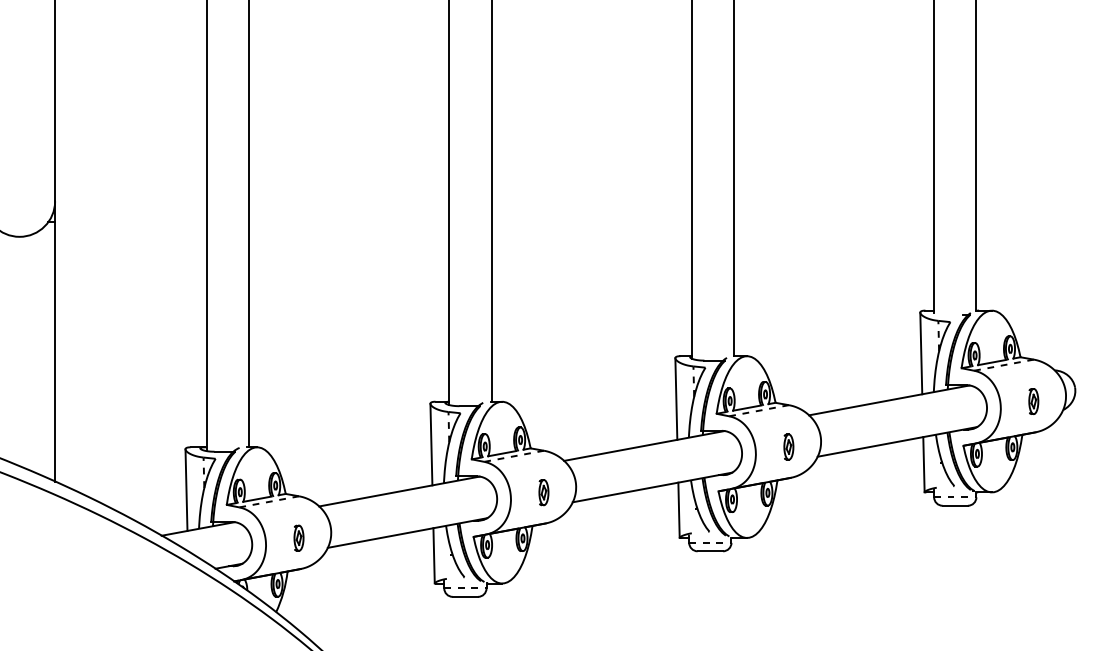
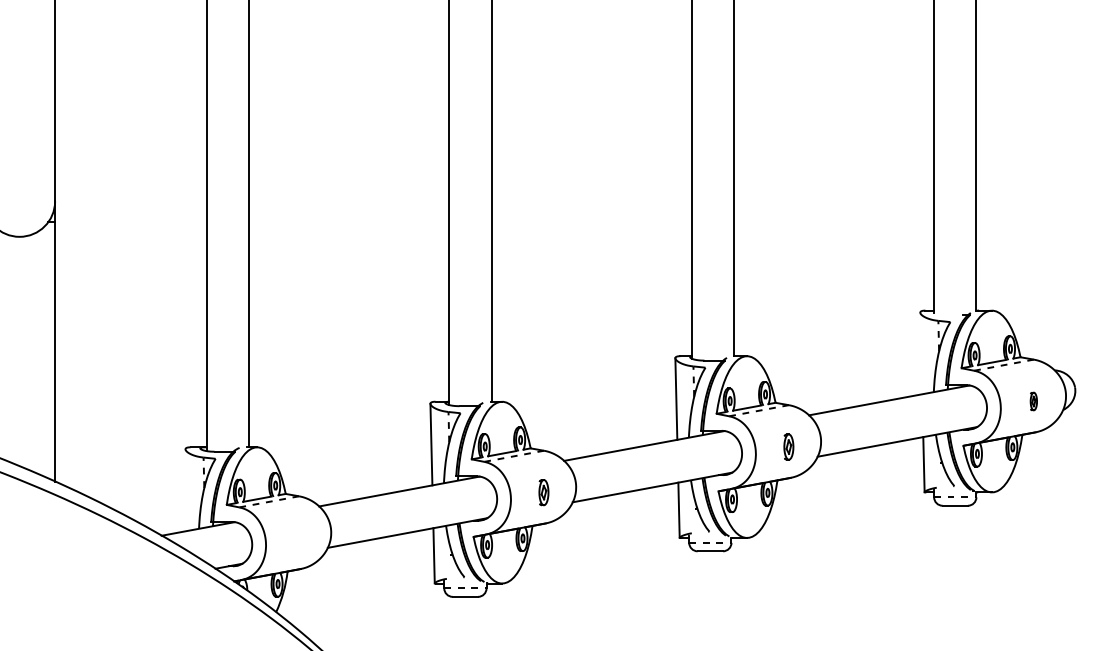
line at (921, 353): present -> none
part at (1033, 401) size: 12x27 px -> 9x21 px
line at (186, 489): present -> none
part at (298, 537): present -> none
